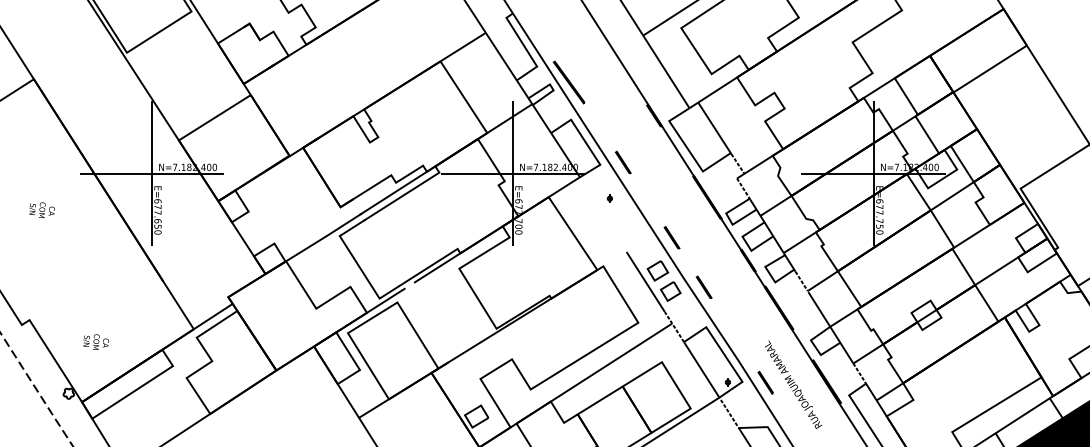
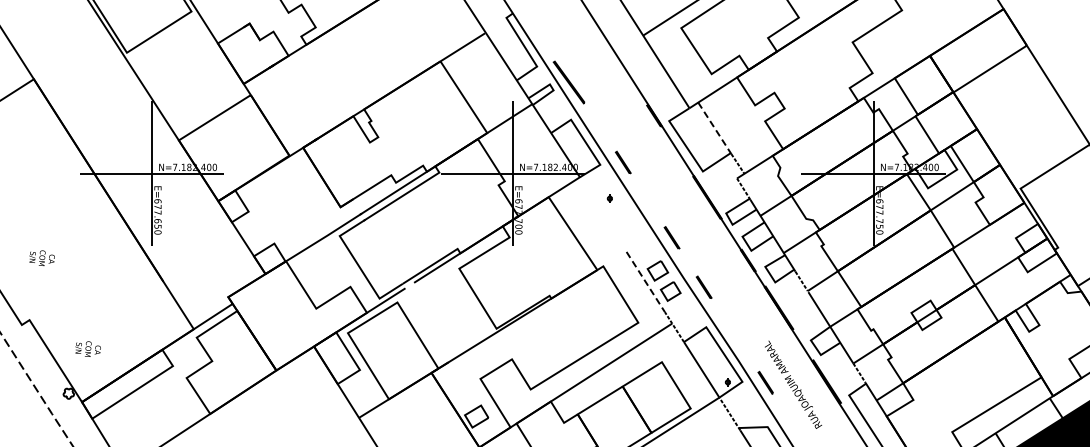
line at (714, 128): solid -> dashed
text at (41, 209) position: (41, 209) -> (41, 257)
line at (645, 282): solid -> dashed
text at (95, 341) position: (95, 341) -> (87, 348)
